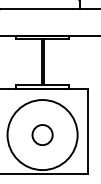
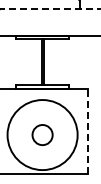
line at (50, 9): solid -> dashed
line at (88, 131): solid -> dashed
